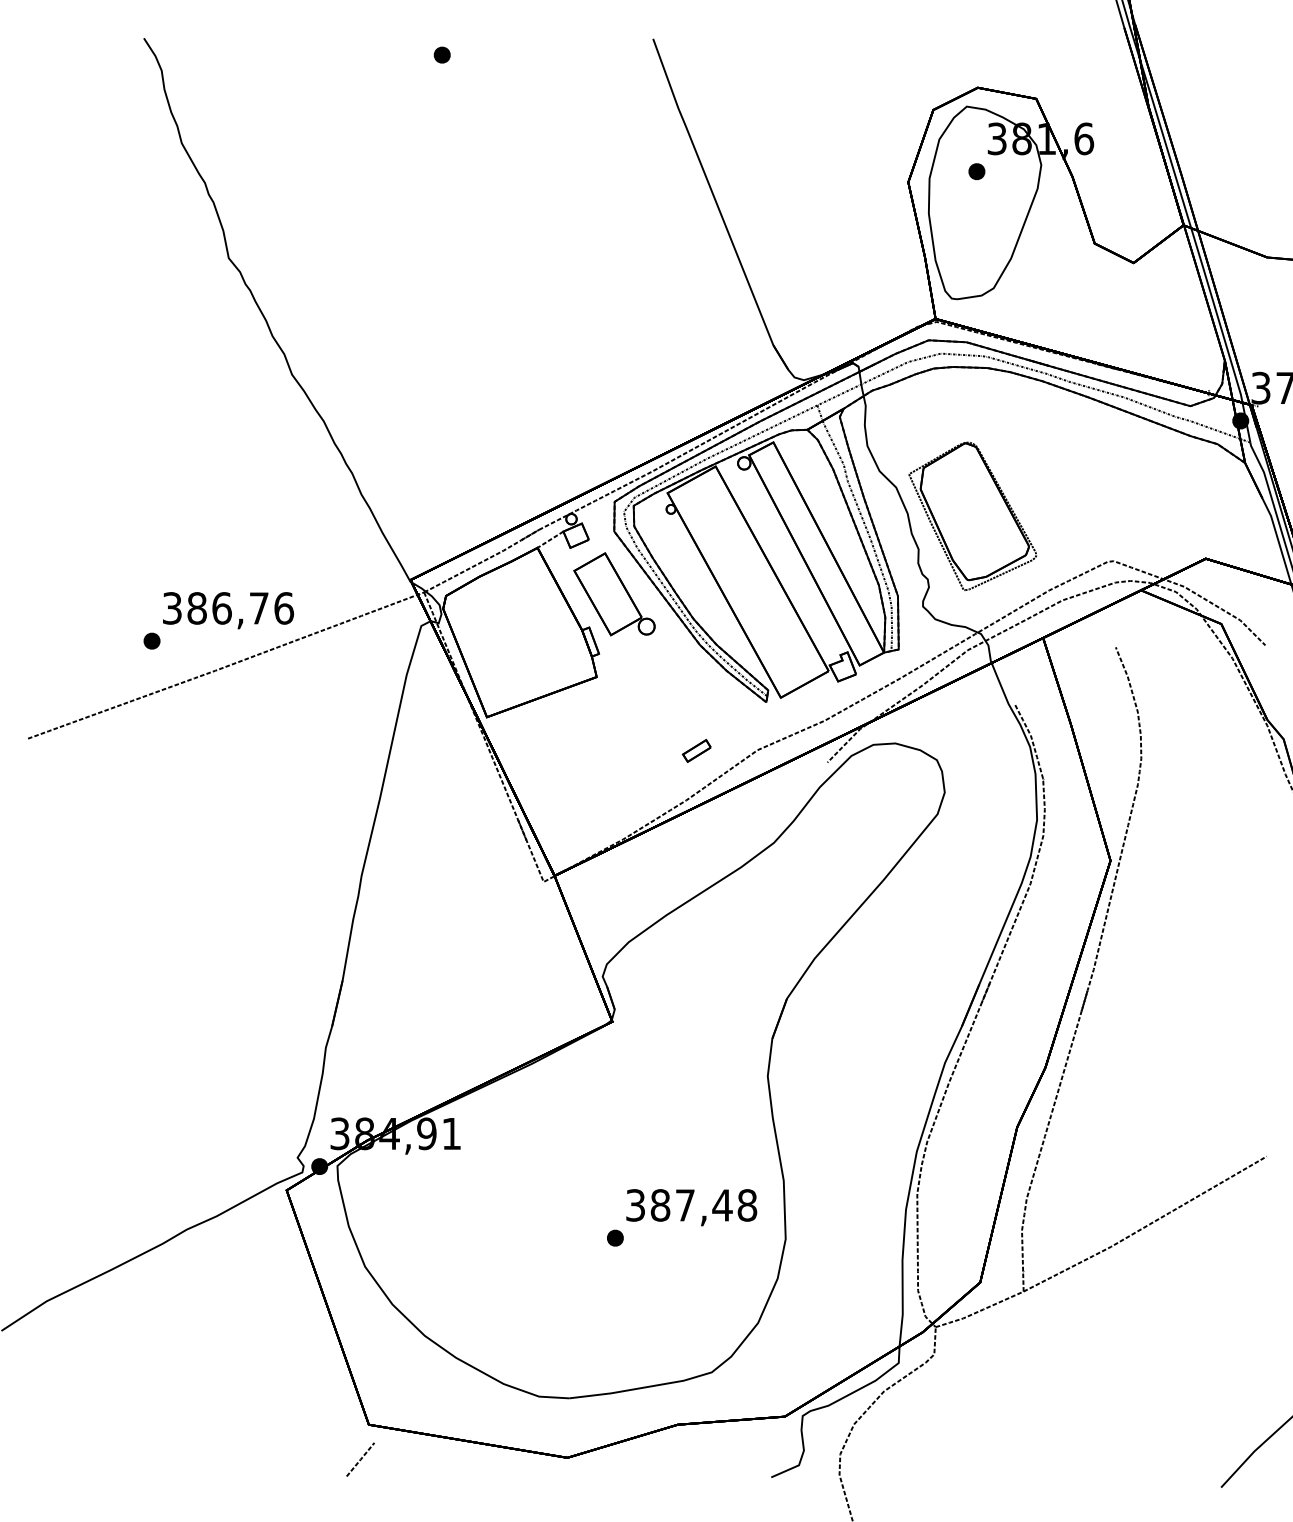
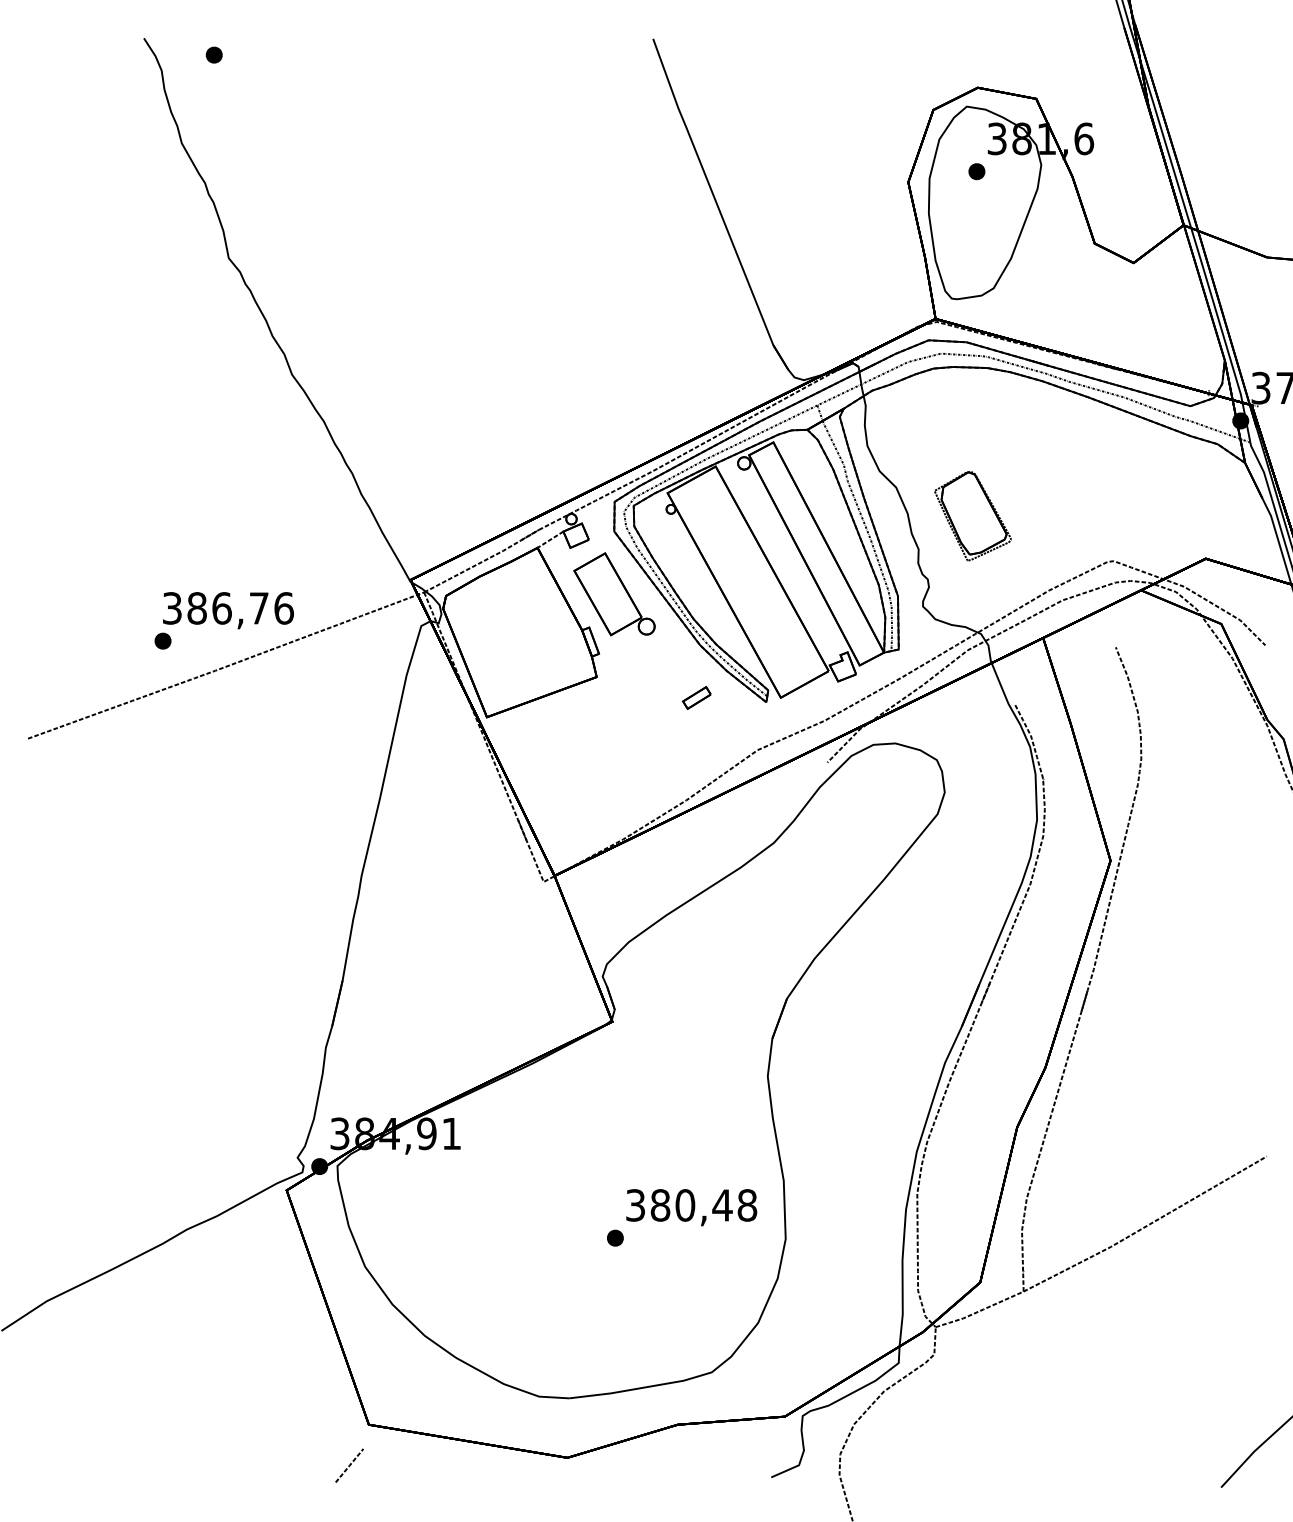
part at (441, 54) position: (441, 54) -> (213, 54)
part at (972, 515) size: 130x150 px -> 78x91 px
part at (151, 640) position: (151, 640) -> (162, 640)
part at (696, 750) position: (696, 750) -> (696, 697)
text at (685, 1205): 387,48 -> 380,48
line at (360, 1459) position: (360, 1459) -> (349, 1465)
